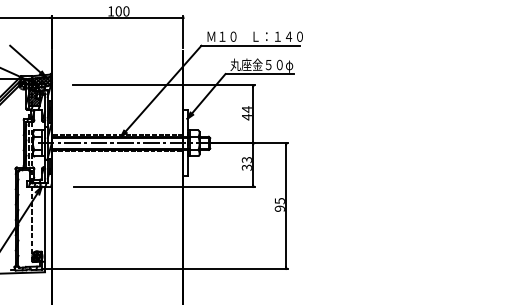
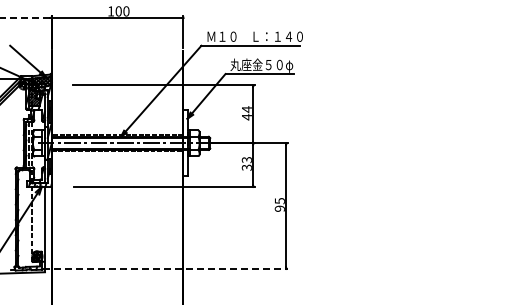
line at (25, 17): solid -> dashed
line at (165, 268): solid -> dashed
